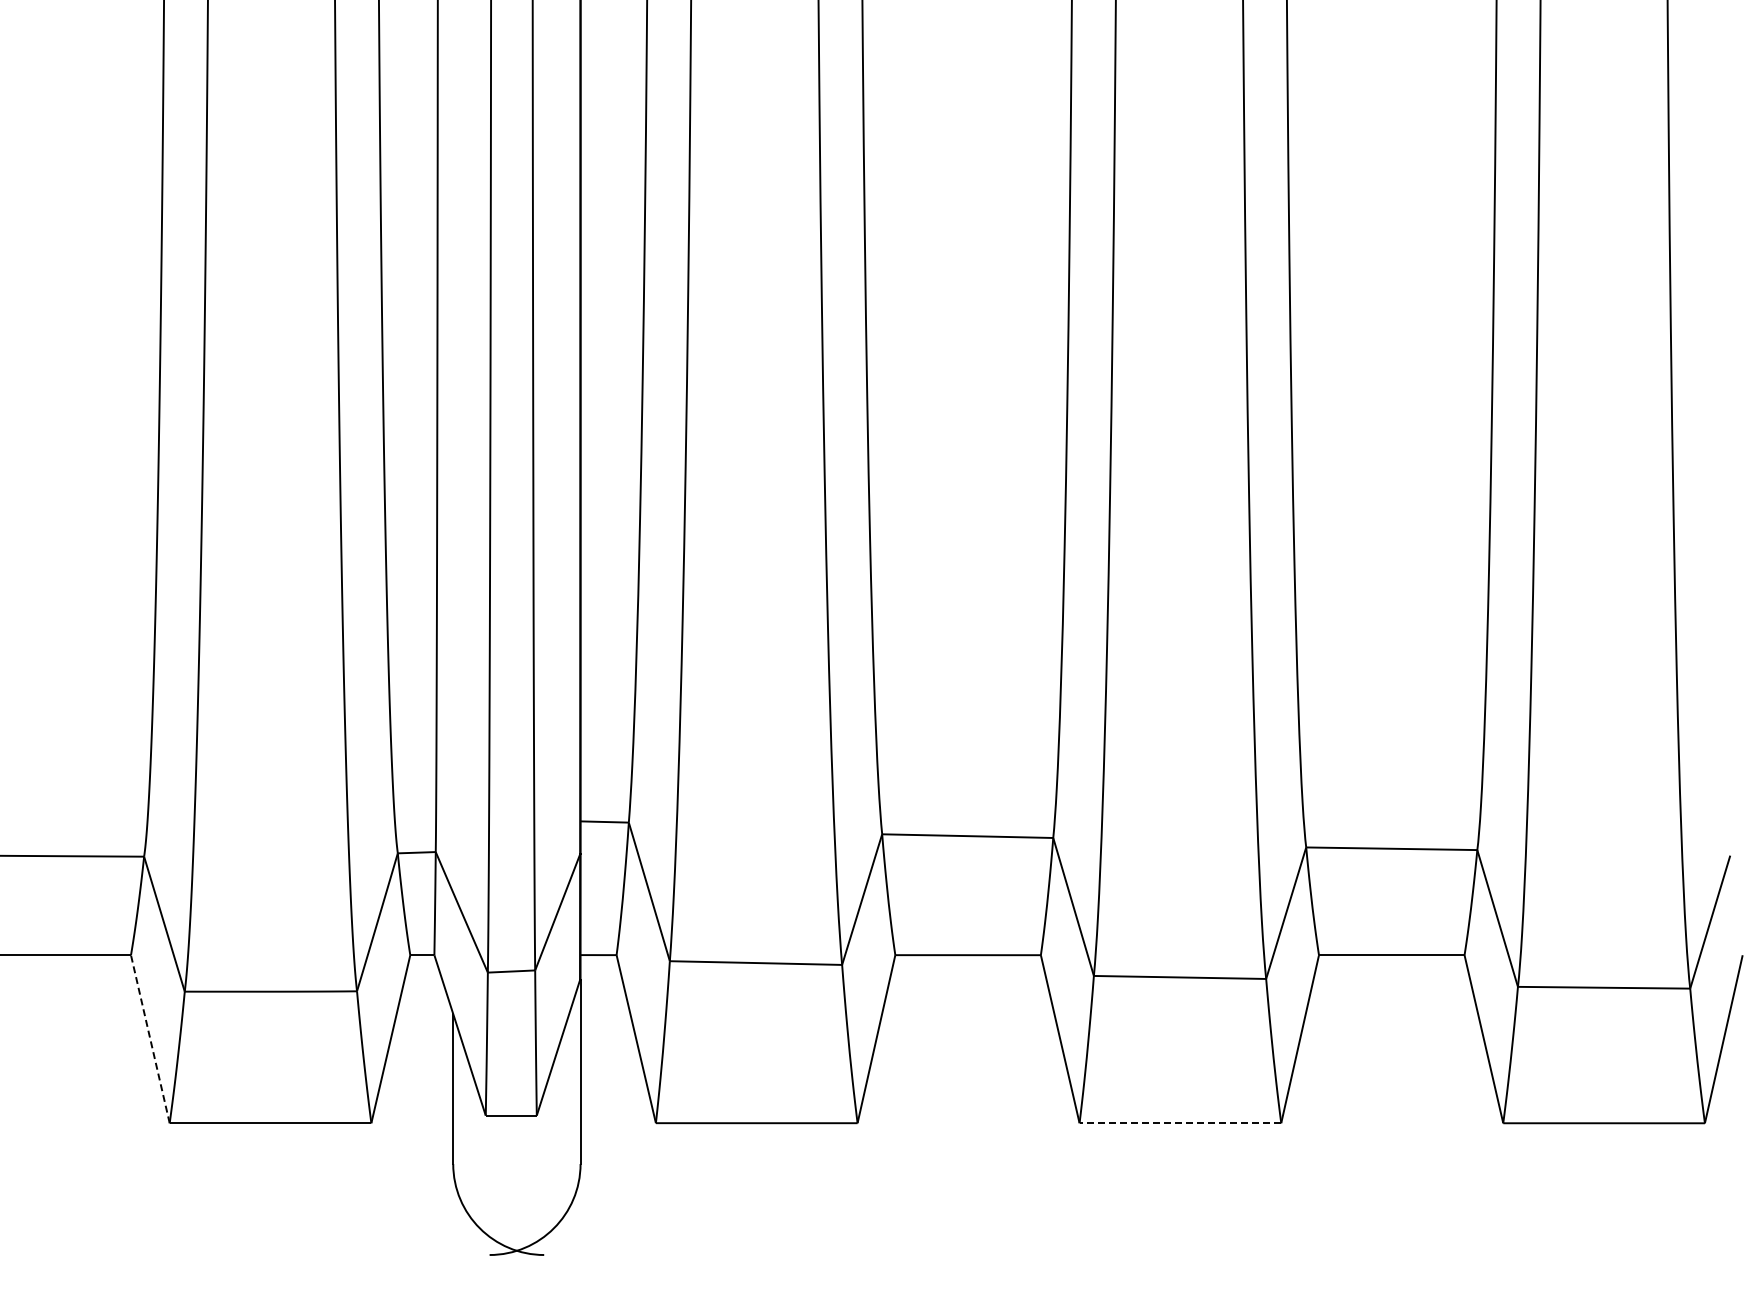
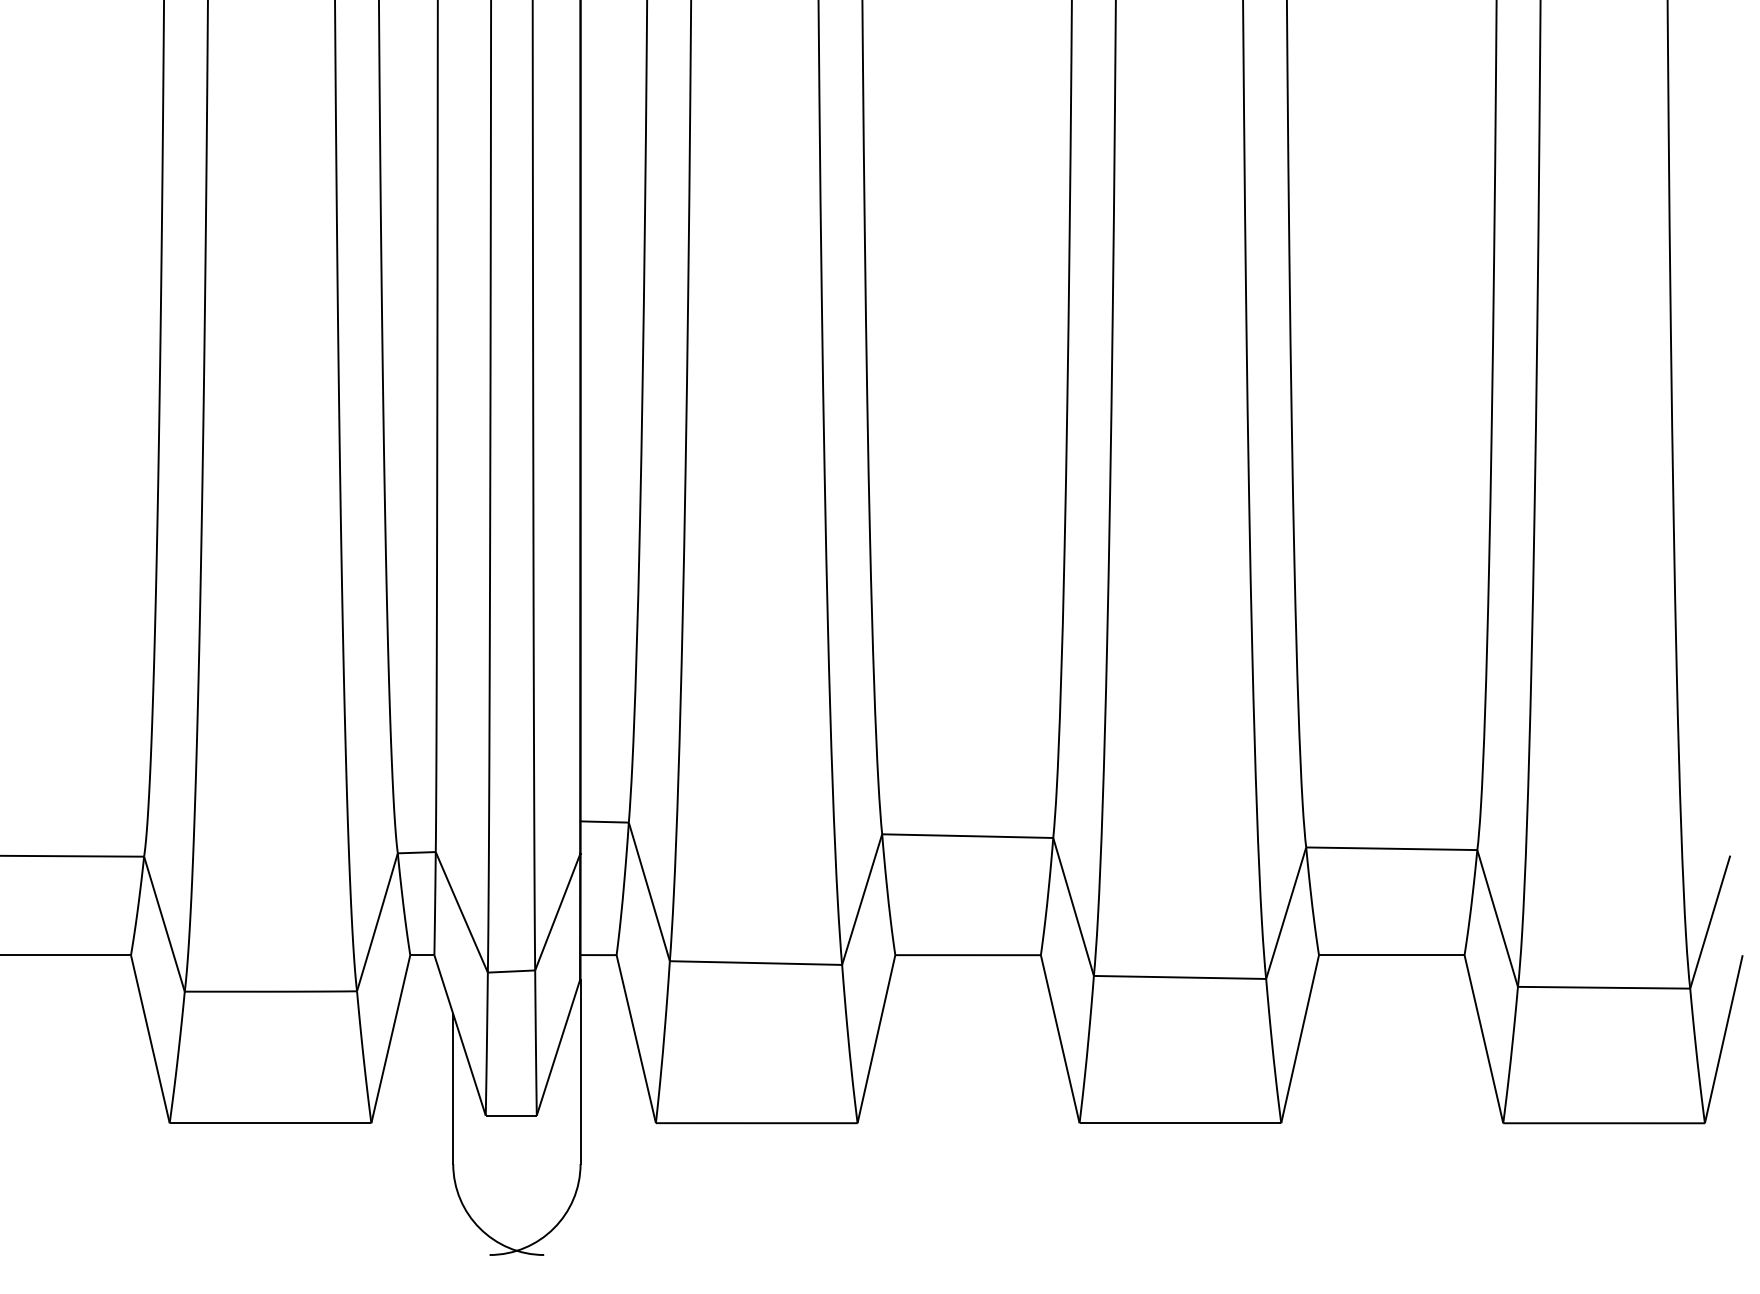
line at (150, 1039): dashed -> solid
line at (1180, 1123): dashed -> solid
